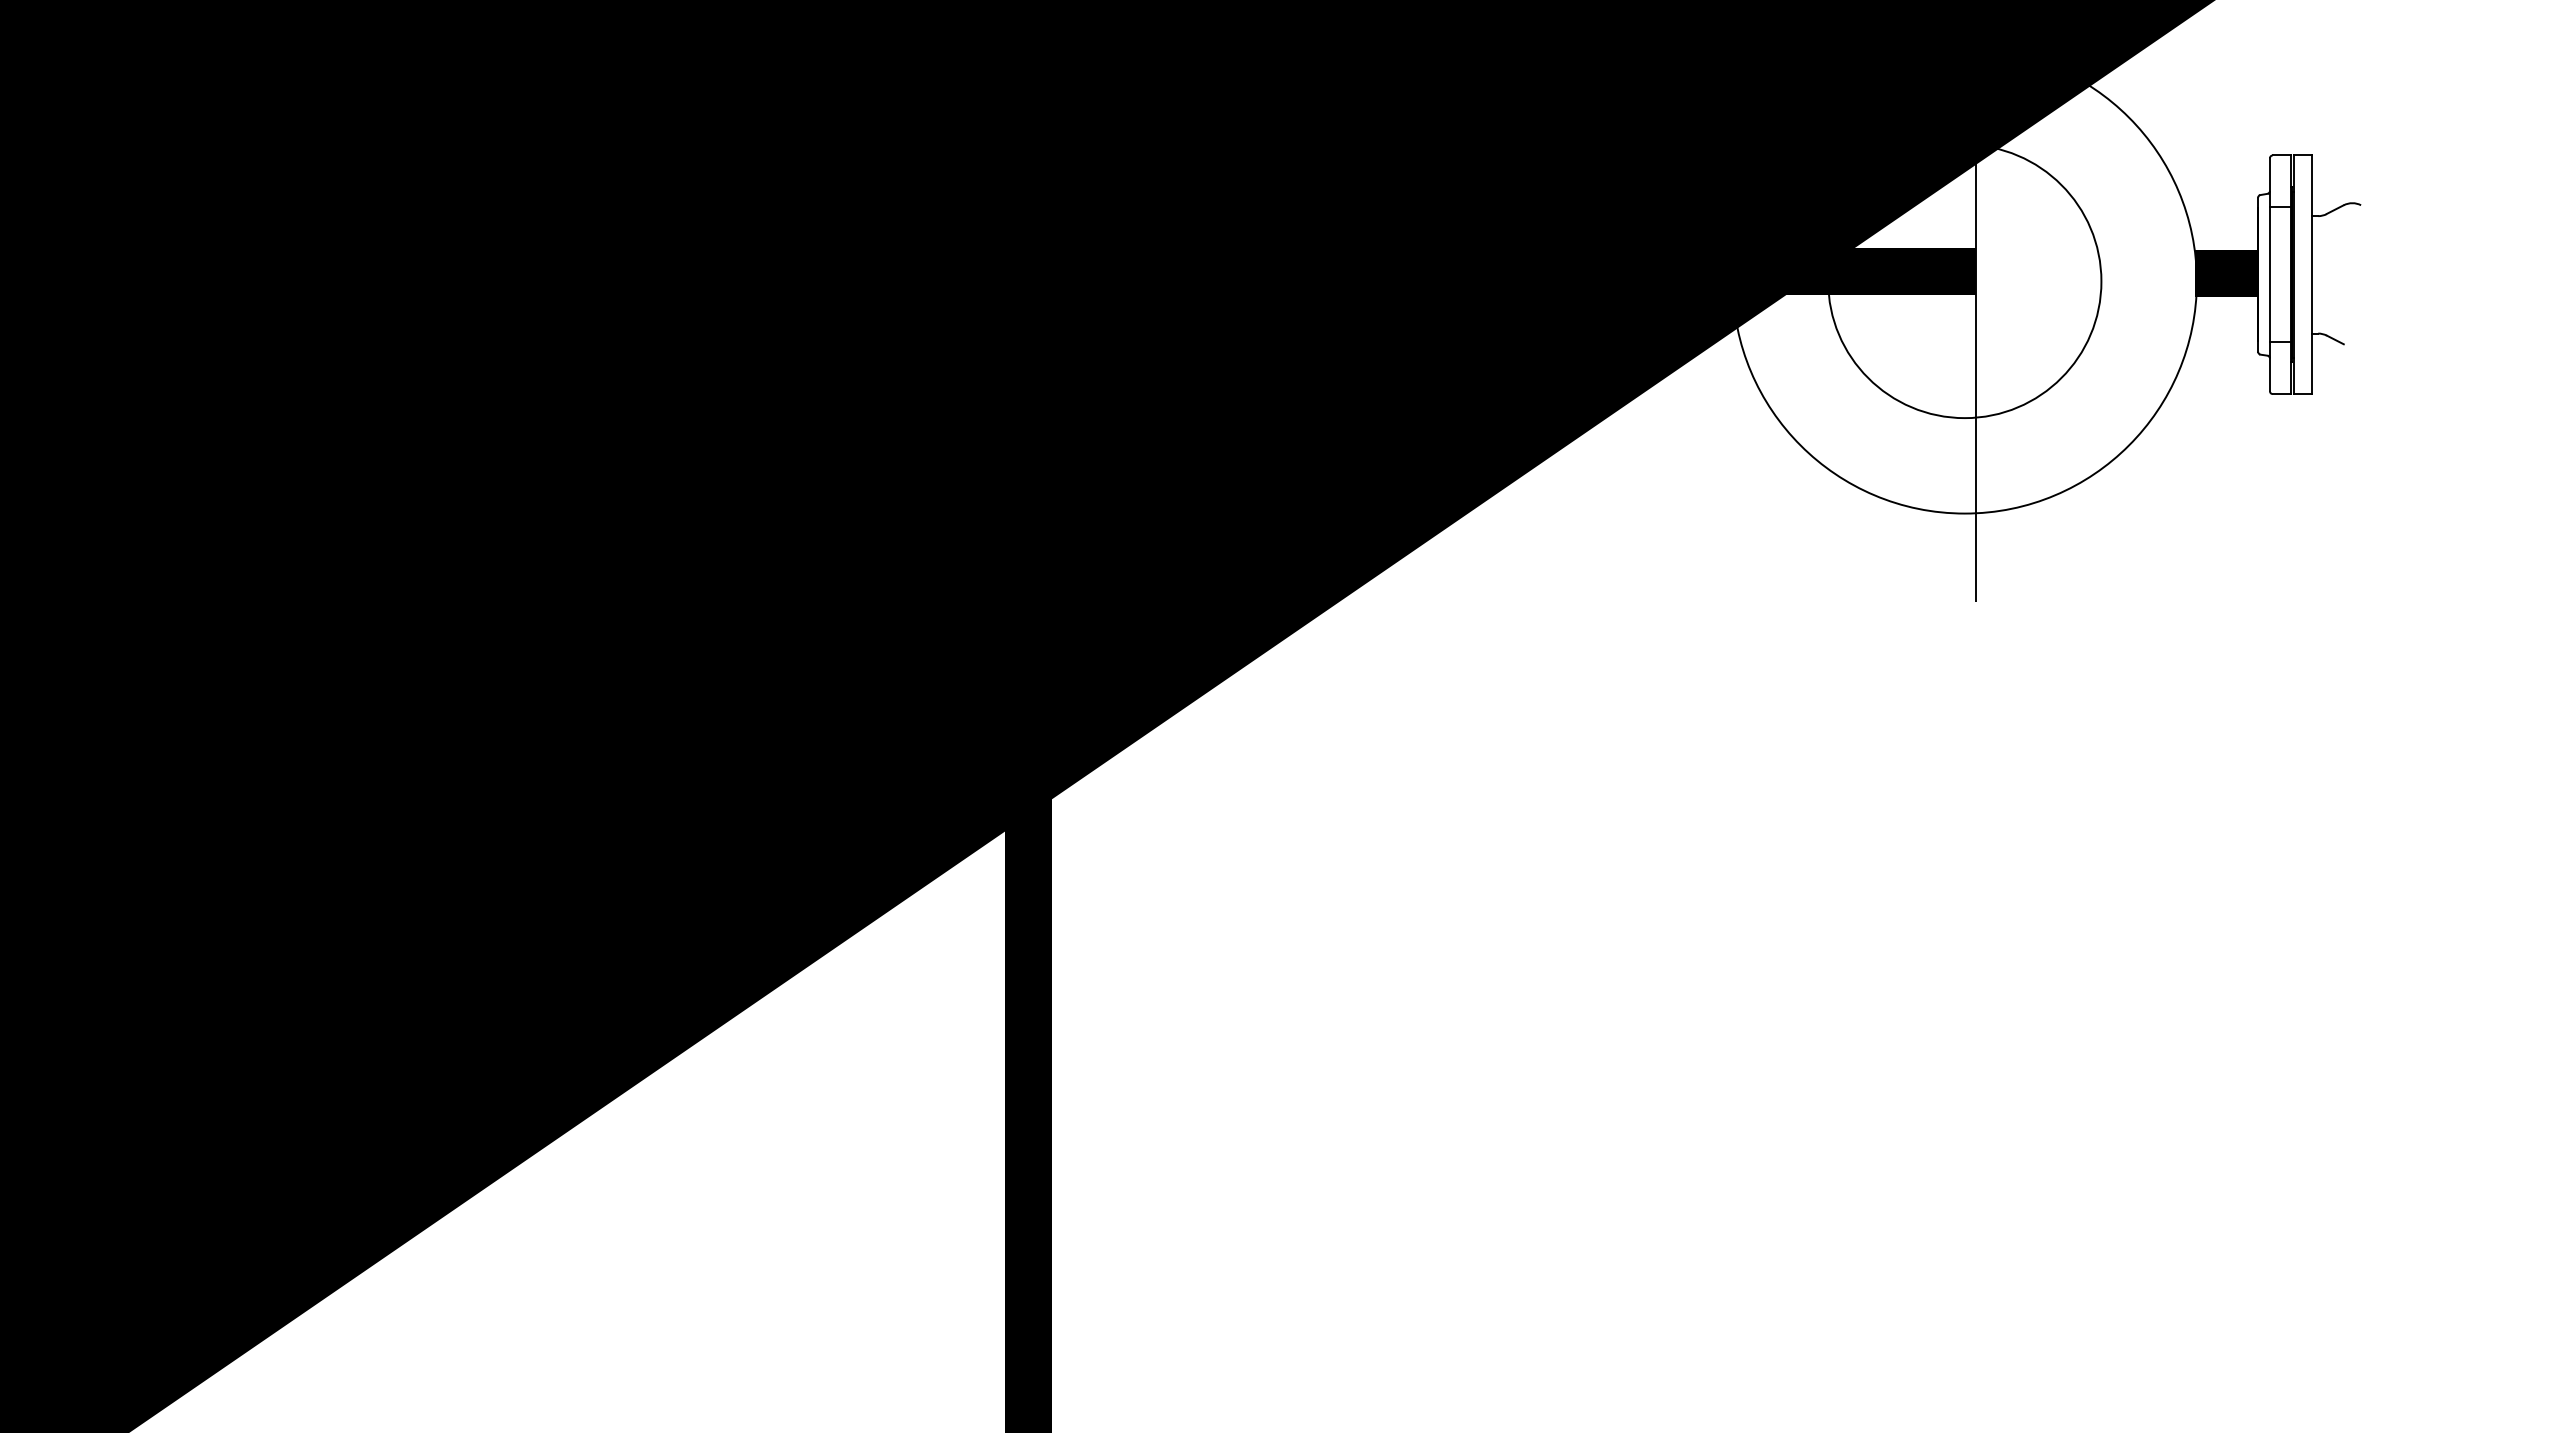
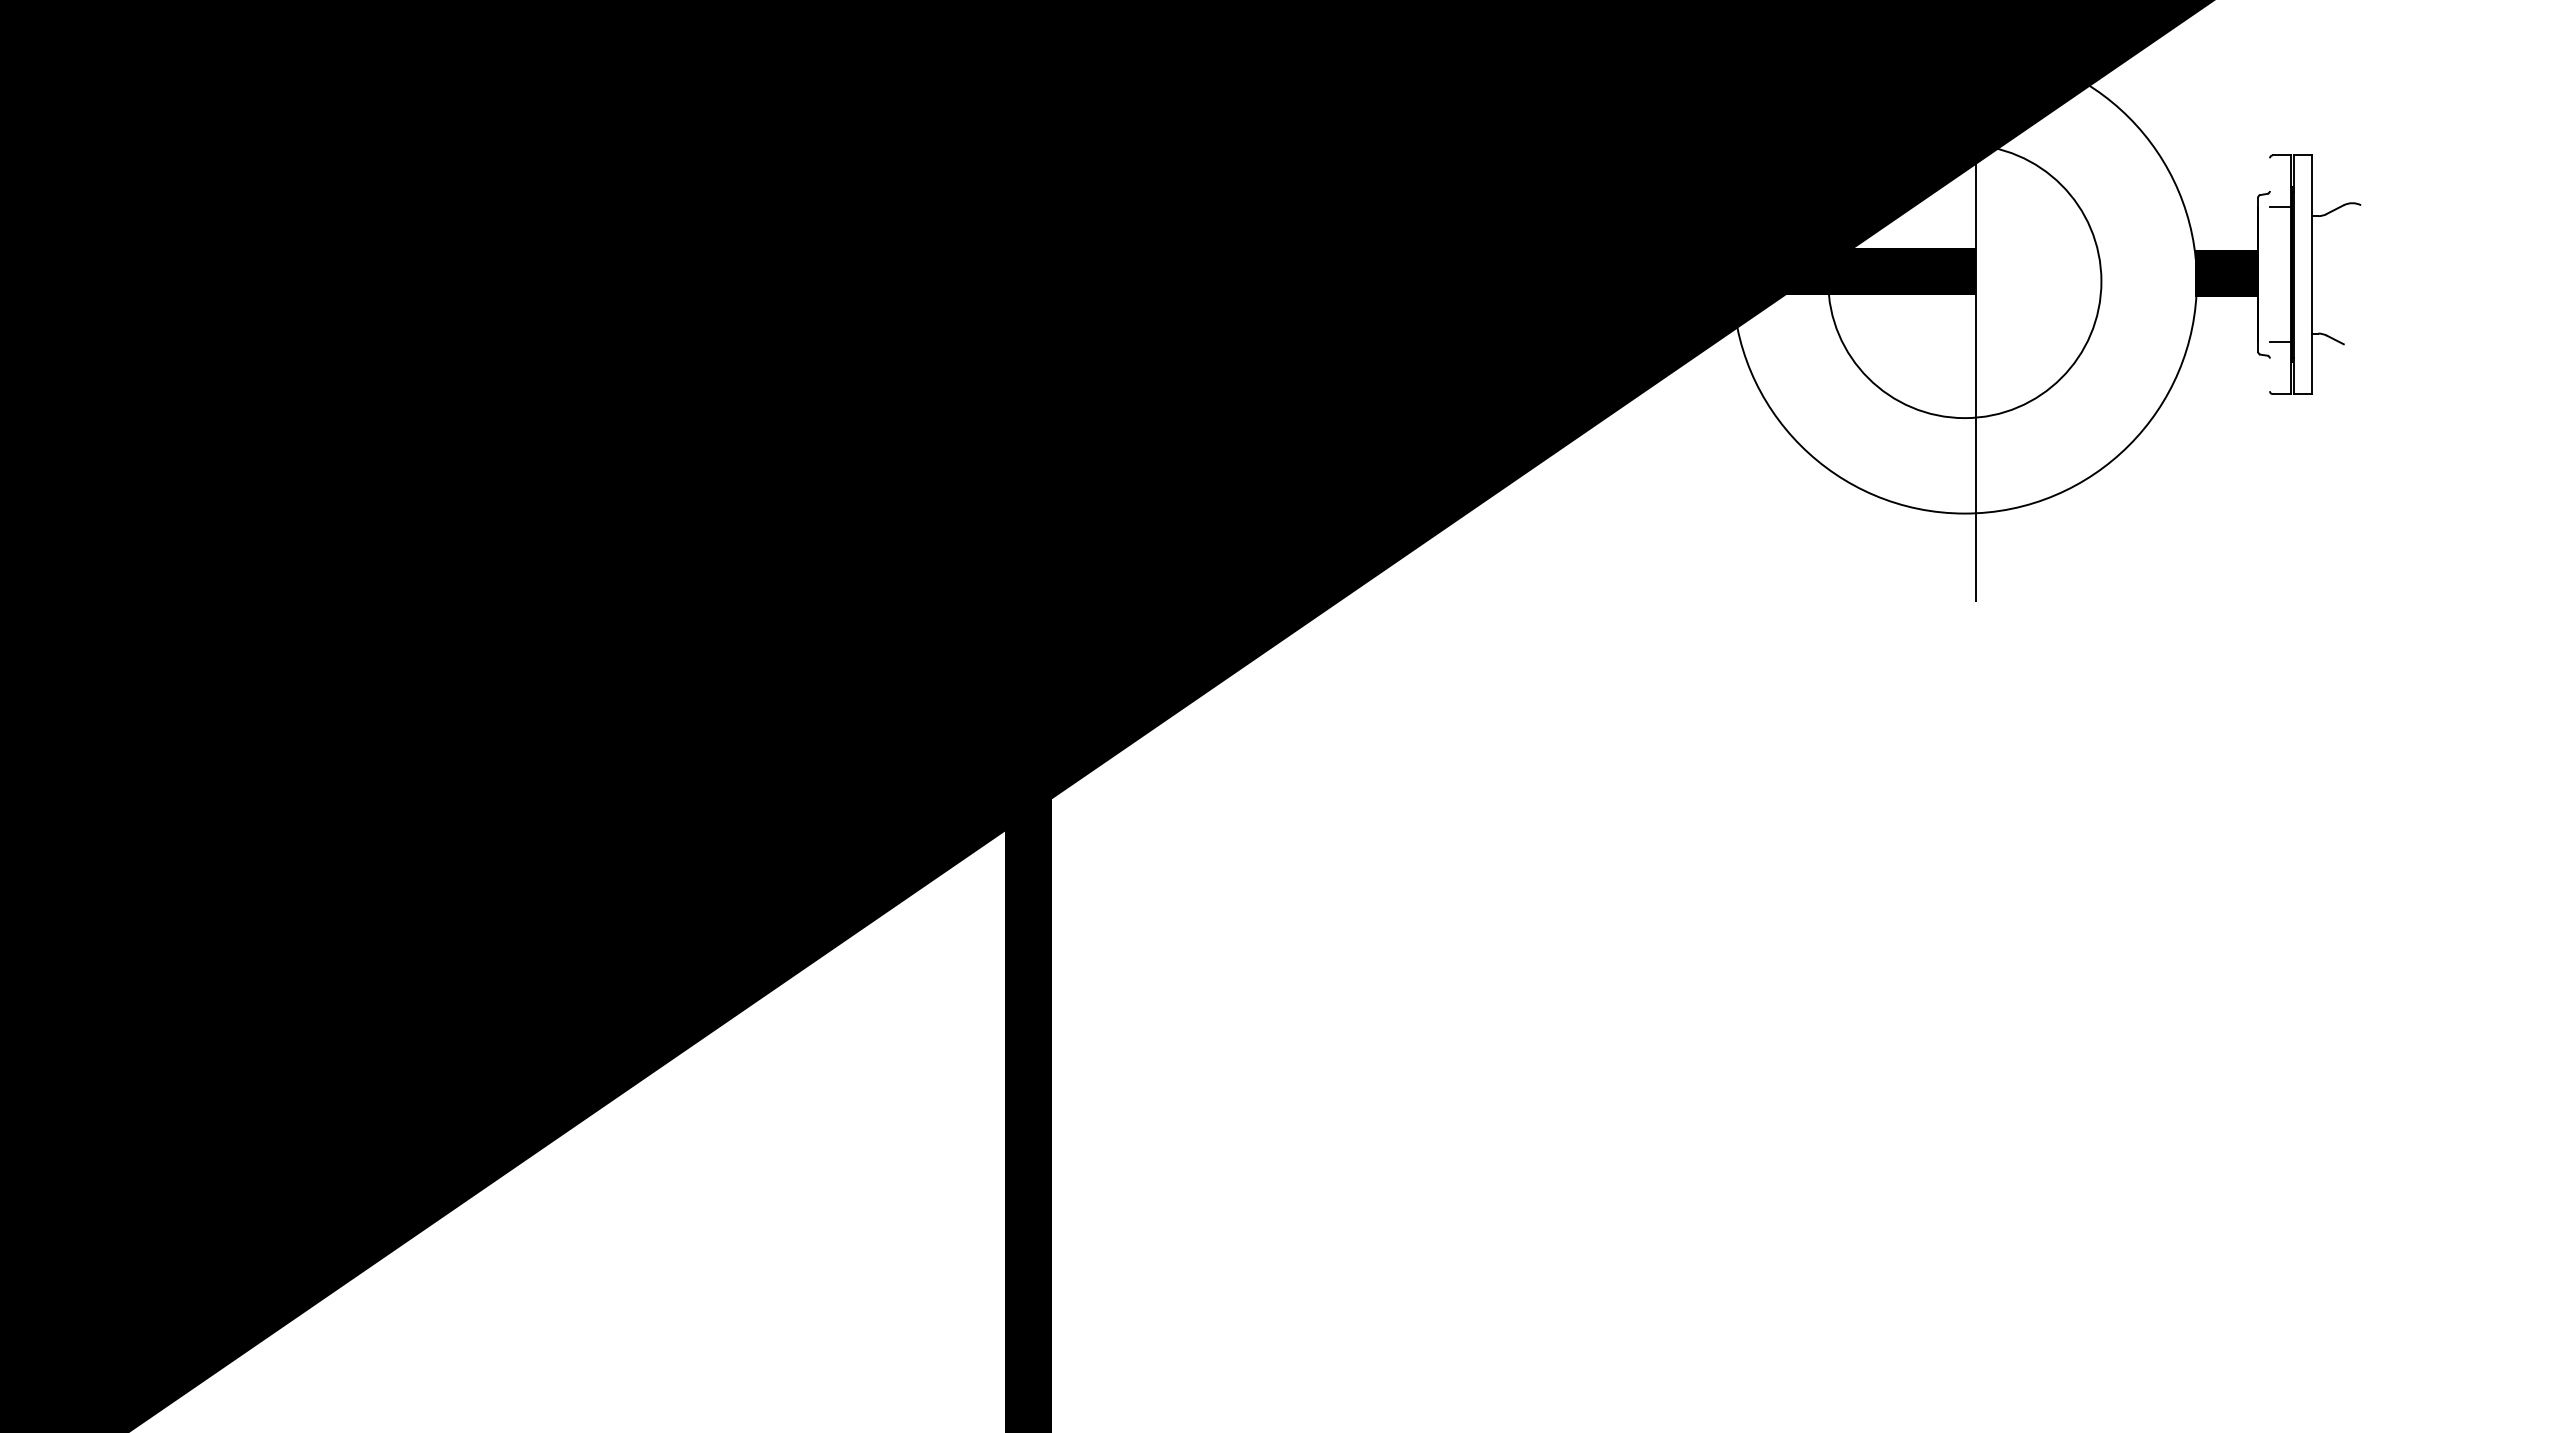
line at (2269, 274): present -> none
